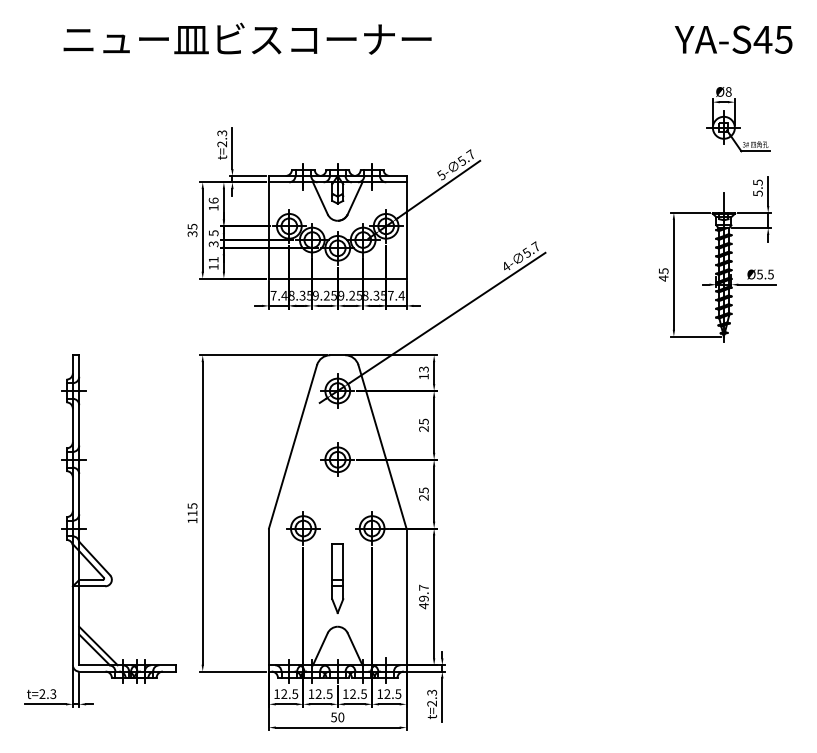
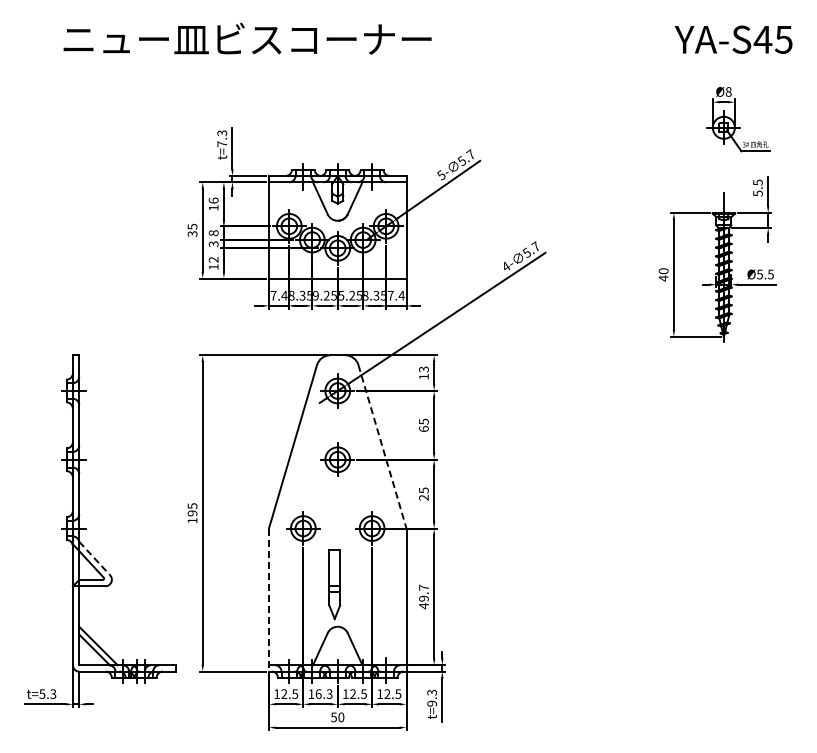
text at (221, 144): t=2.3 -> t=7.3
text at (213, 233): 5 -> 8
text at (213, 259): 11 -> 12
text at (663, 271): 45 -> 40
text at (341, 295): 9.25 -> 5.25
text at (423, 428): 25 -> 65
line at (382, 447): solid -> dashed
text at (192, 513): 115 -> 195
line at (94, 558): solid -> dashed
part at (337, 578) position: (337, 578) -> (334, 584)
line at (268, 600): solid -> dashed
text at (323, 693): 12.5 -> 16.3
text at (42, 694): t=2.3 -> t=5.3
text at (432, 703): t=2.3 -> t=9.3
